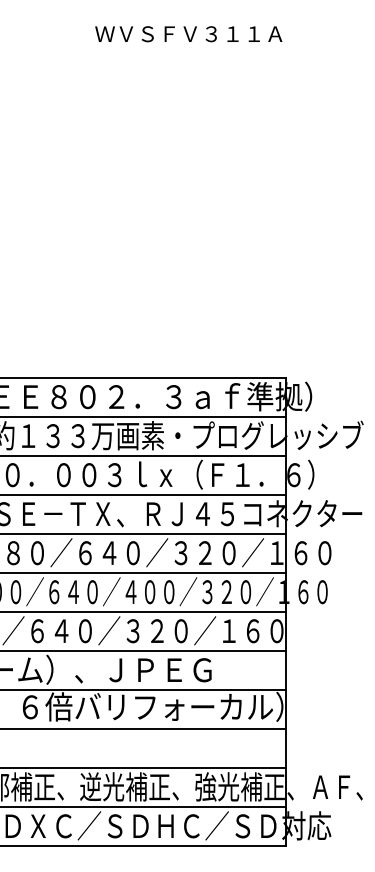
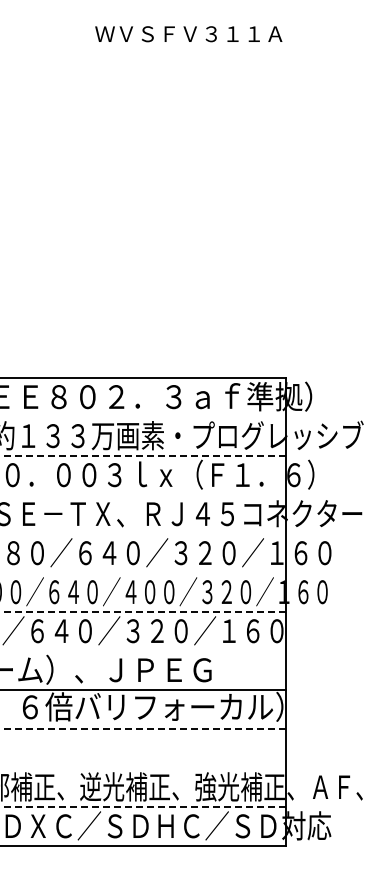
line at (144, 416): present -> none
line at (143, 455): solid -> dashed
line at (144, 494): present -> none
line at (144, 533): present -> none
line at (144, 572): present -> none
line at (143, 611): solid -> dashed
line at (144, 650): present -> none
line at (143, 728): solid -> dashed
line at (144, 767): present -> none
line at (143, 806): solid -> dashed
